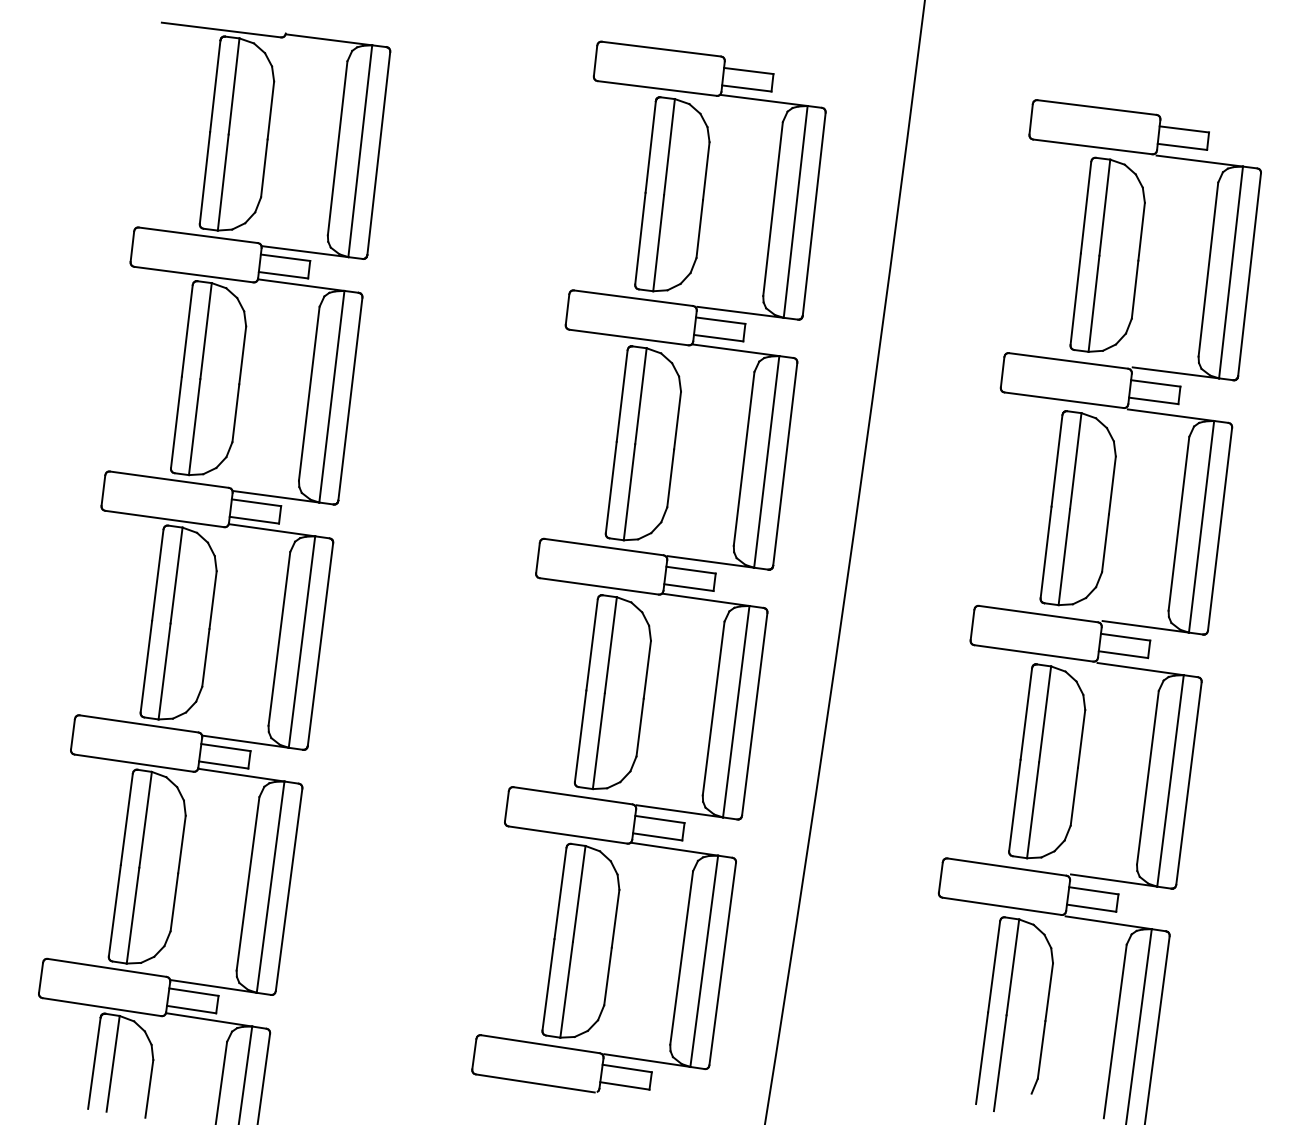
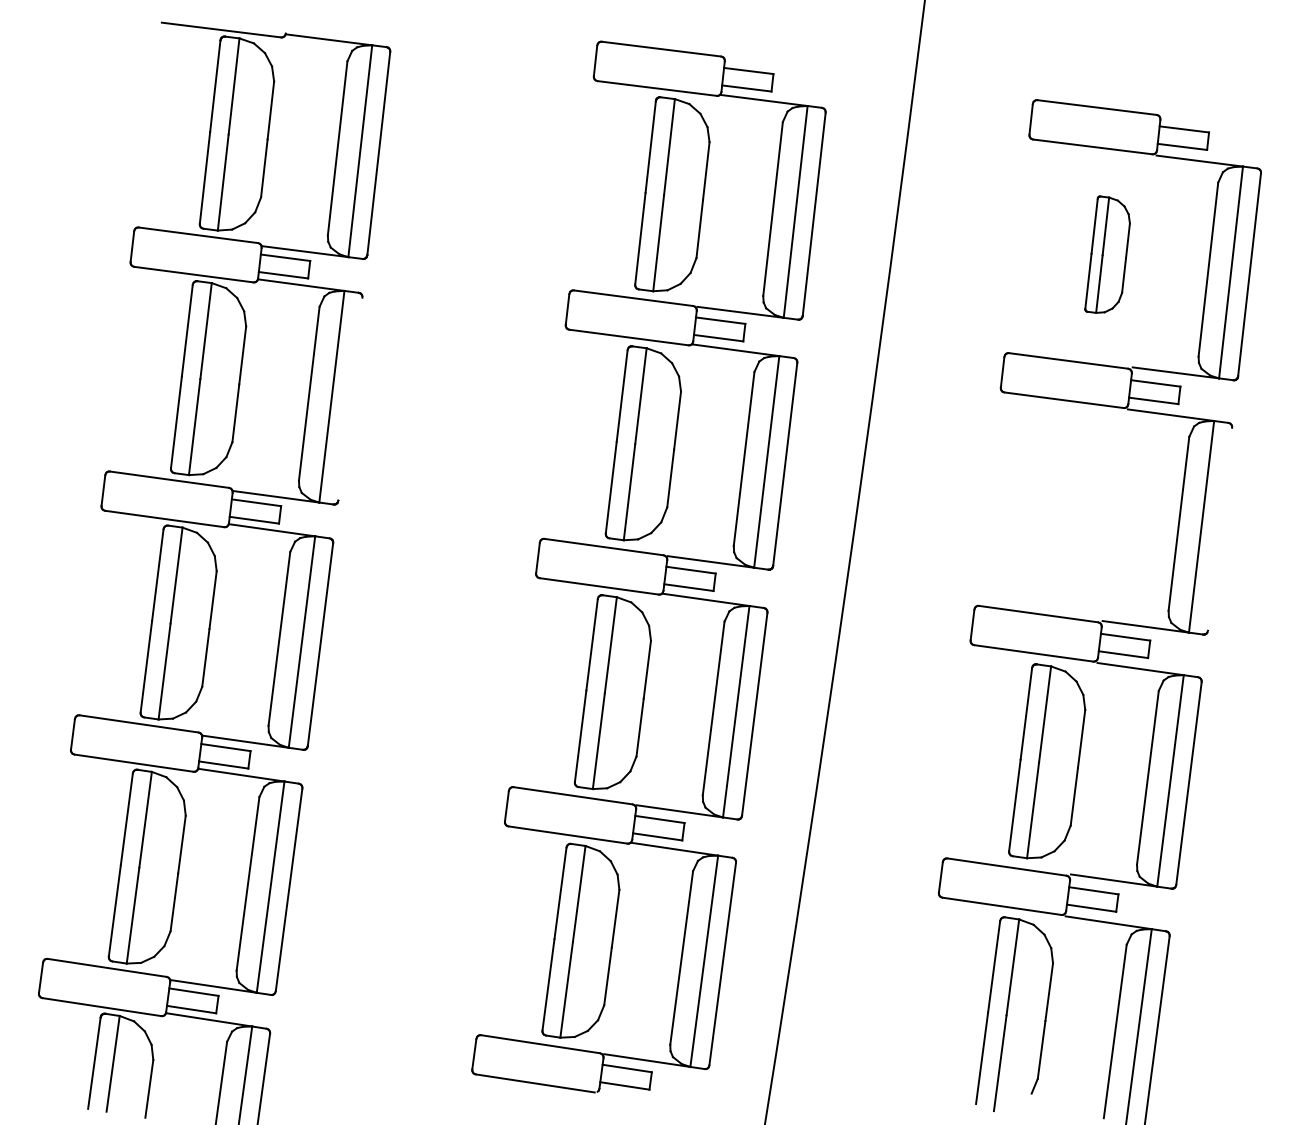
part at (1107, 254) size: 77x197 px -> 47x119 px
line at (350, 398): present -> none
part at (1077, 508): present -> none
line at (1219, 528): present -> none
